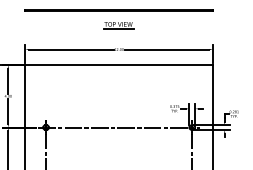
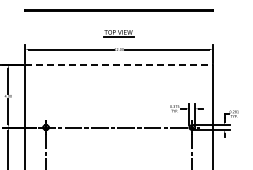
part at (118, 25) position: (118, 25) -> (118, 33)
line at (119, 64): solid -> dashed
